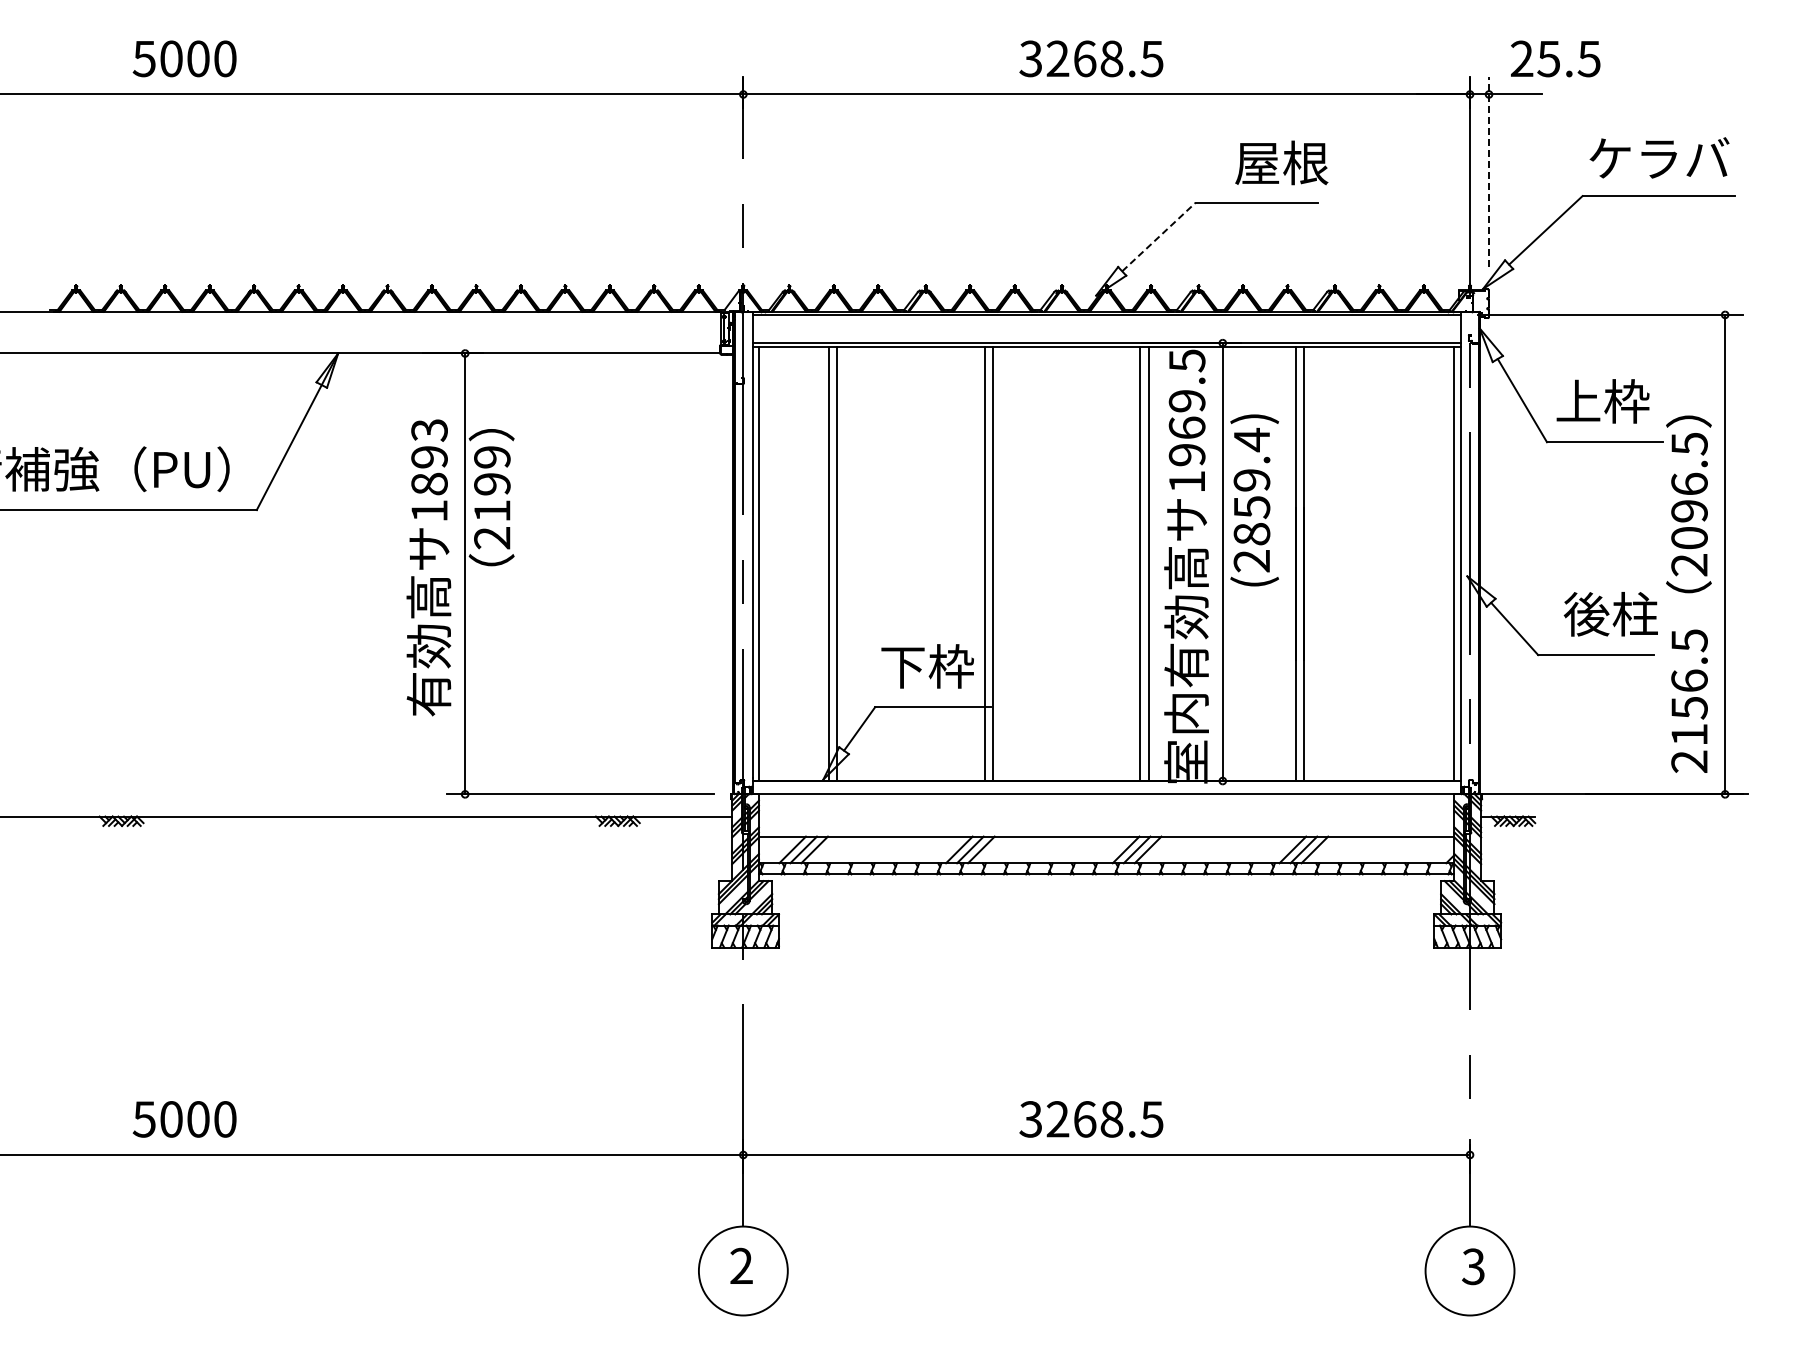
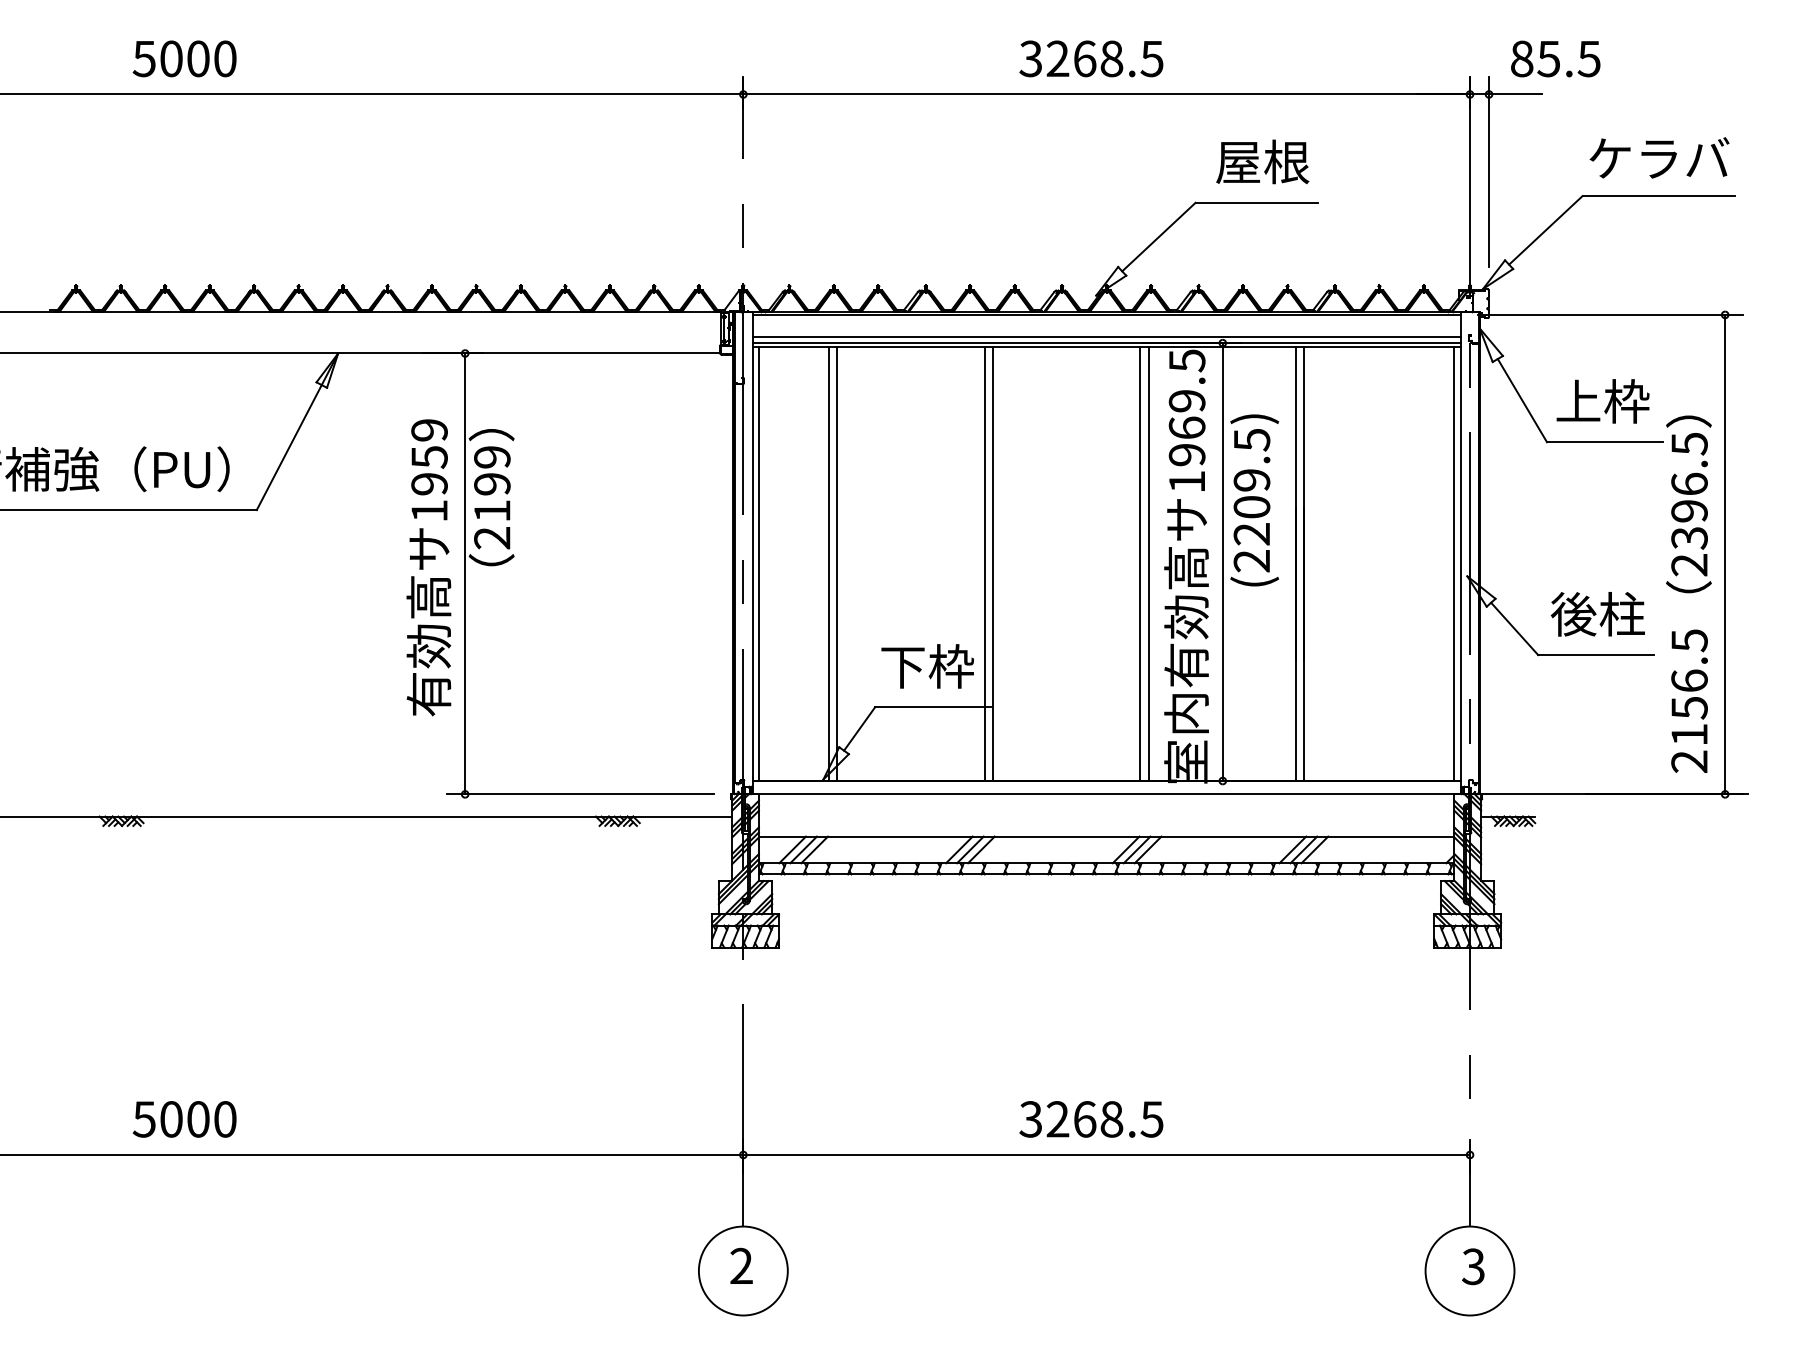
text at (1522, 58): 25.5 -> 85.5
text at (1281, 162) position: (1281, 162) -> (1262, 161)
line at (1489, 171): dashed -> solid
line at (1159, 236): dashed -> solid
line at (1106, 337): none -> present
text at (429, 457): 1893 -> 1959
text at (1251, 486): (2859.4) -> (2209.5)
text at (1689, 538): 2096.5 -> 2396.5
text at (1610, 614) position: (1610, 614) -> (1597, 614)
